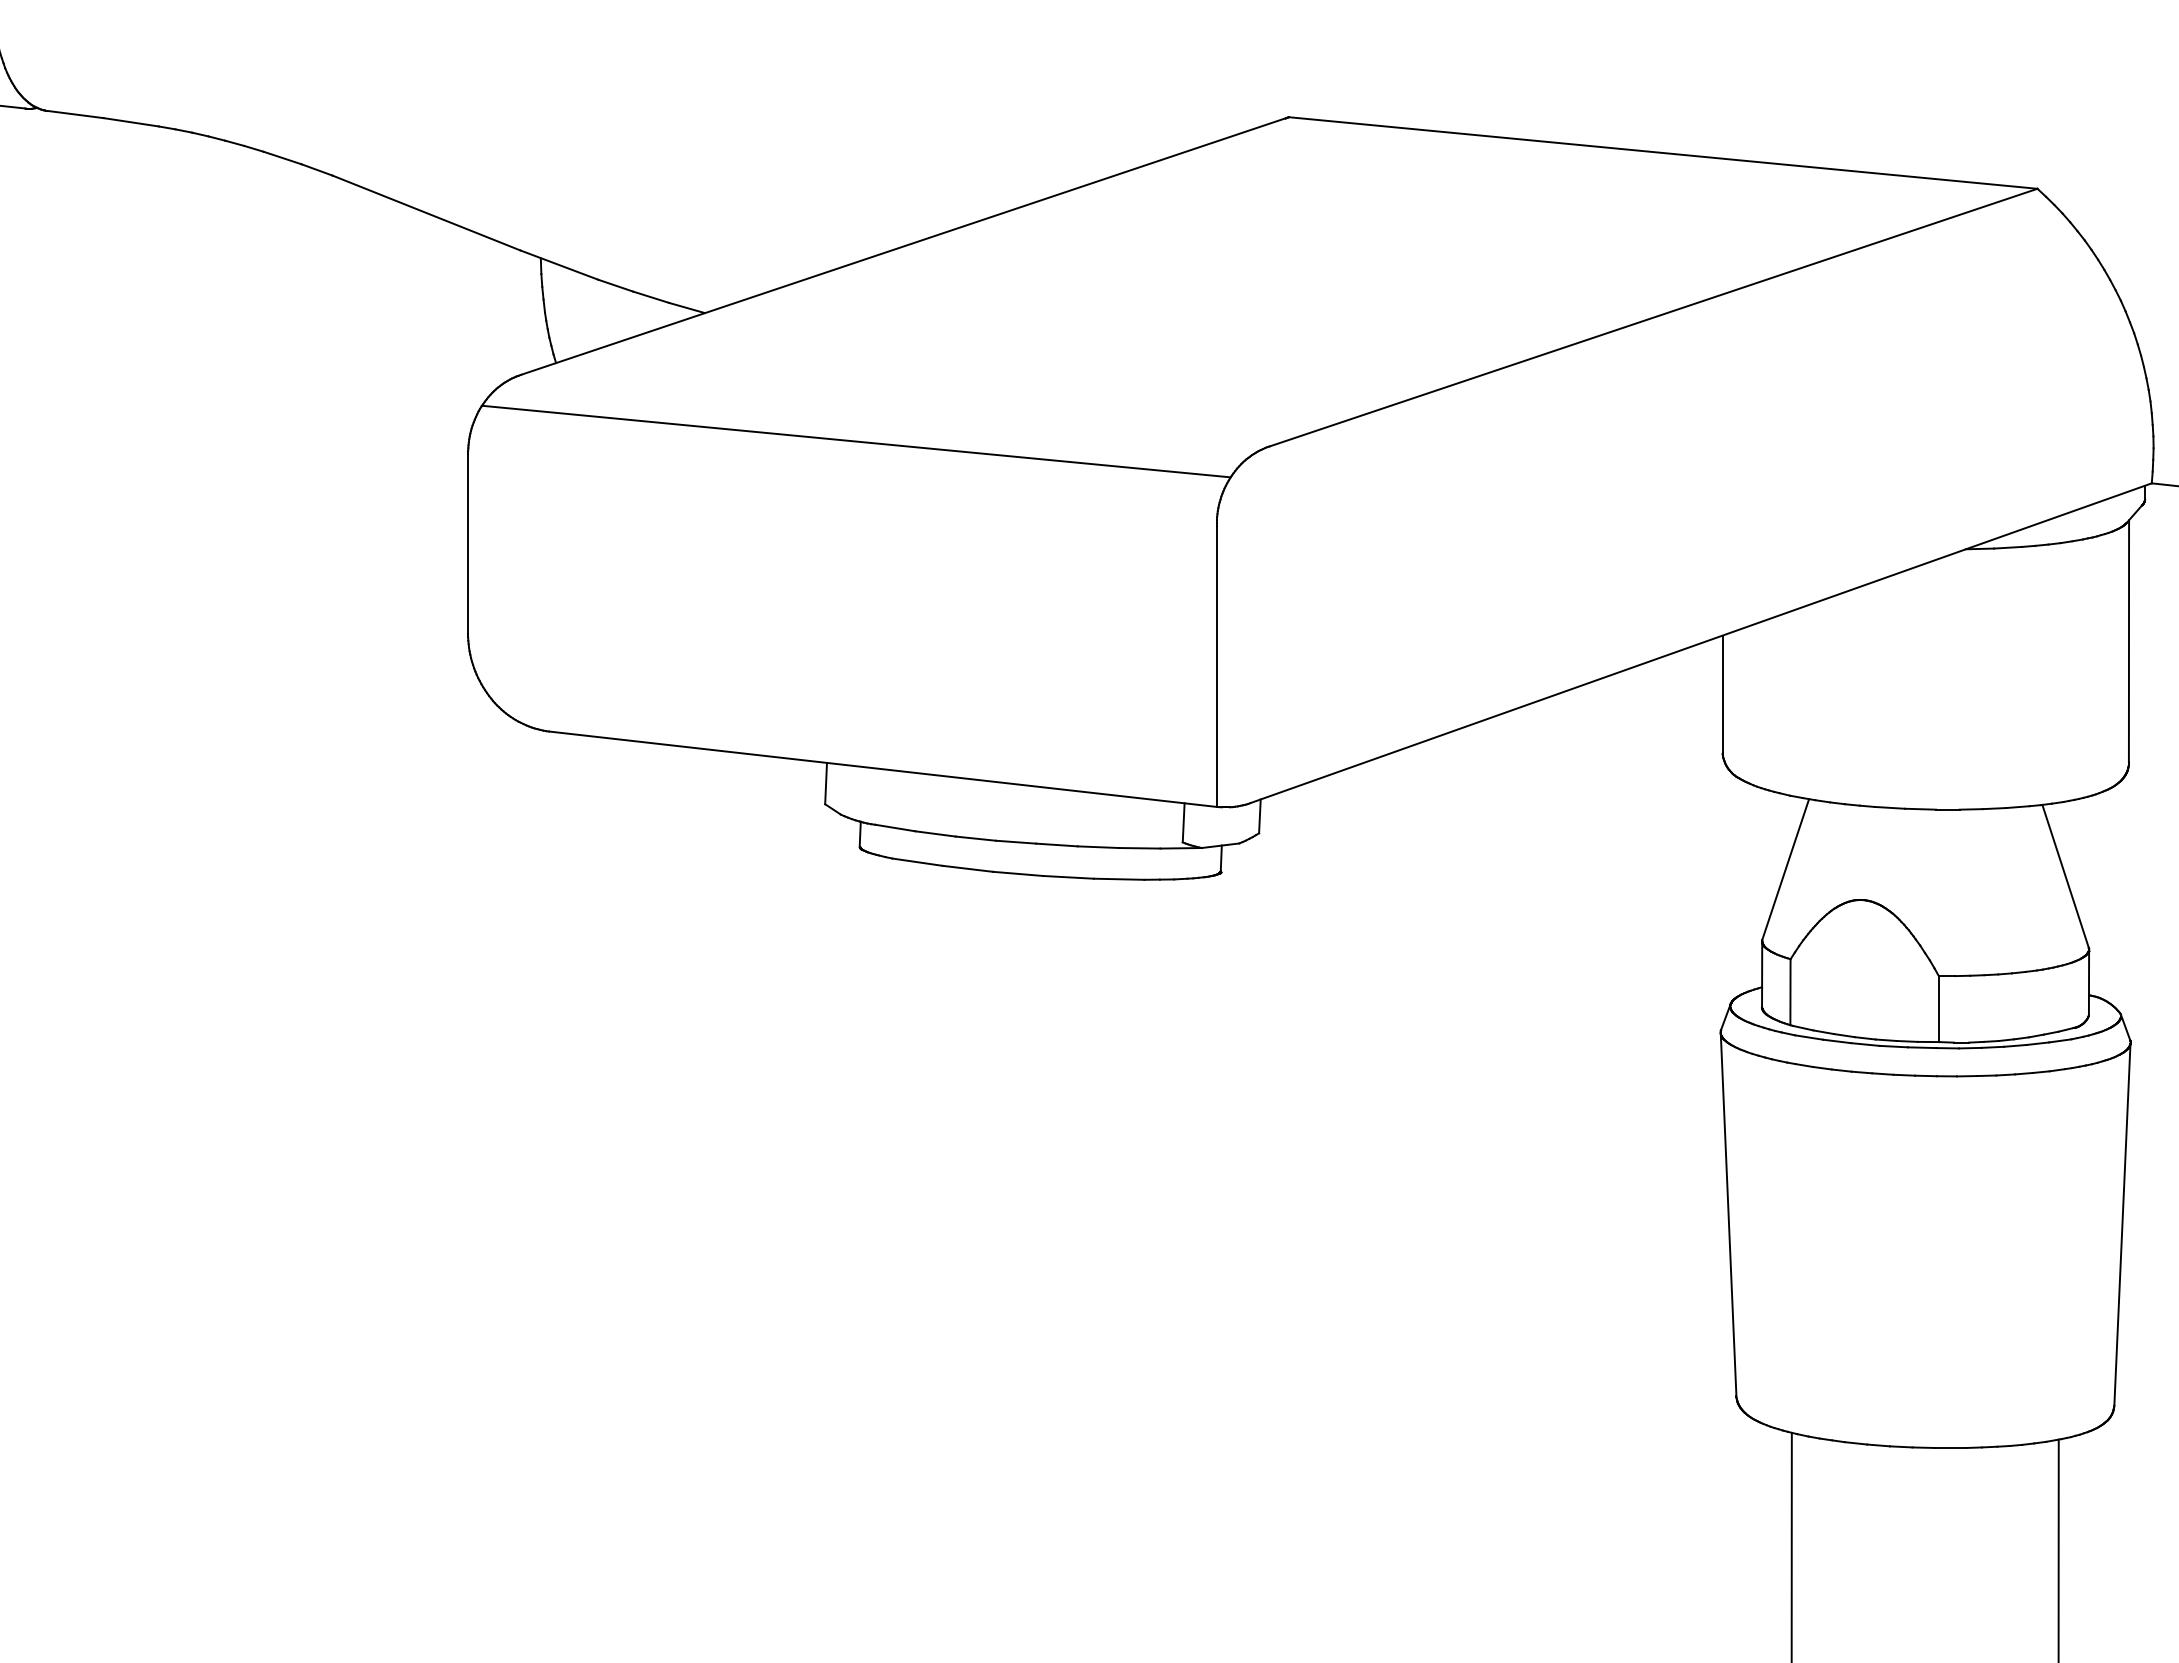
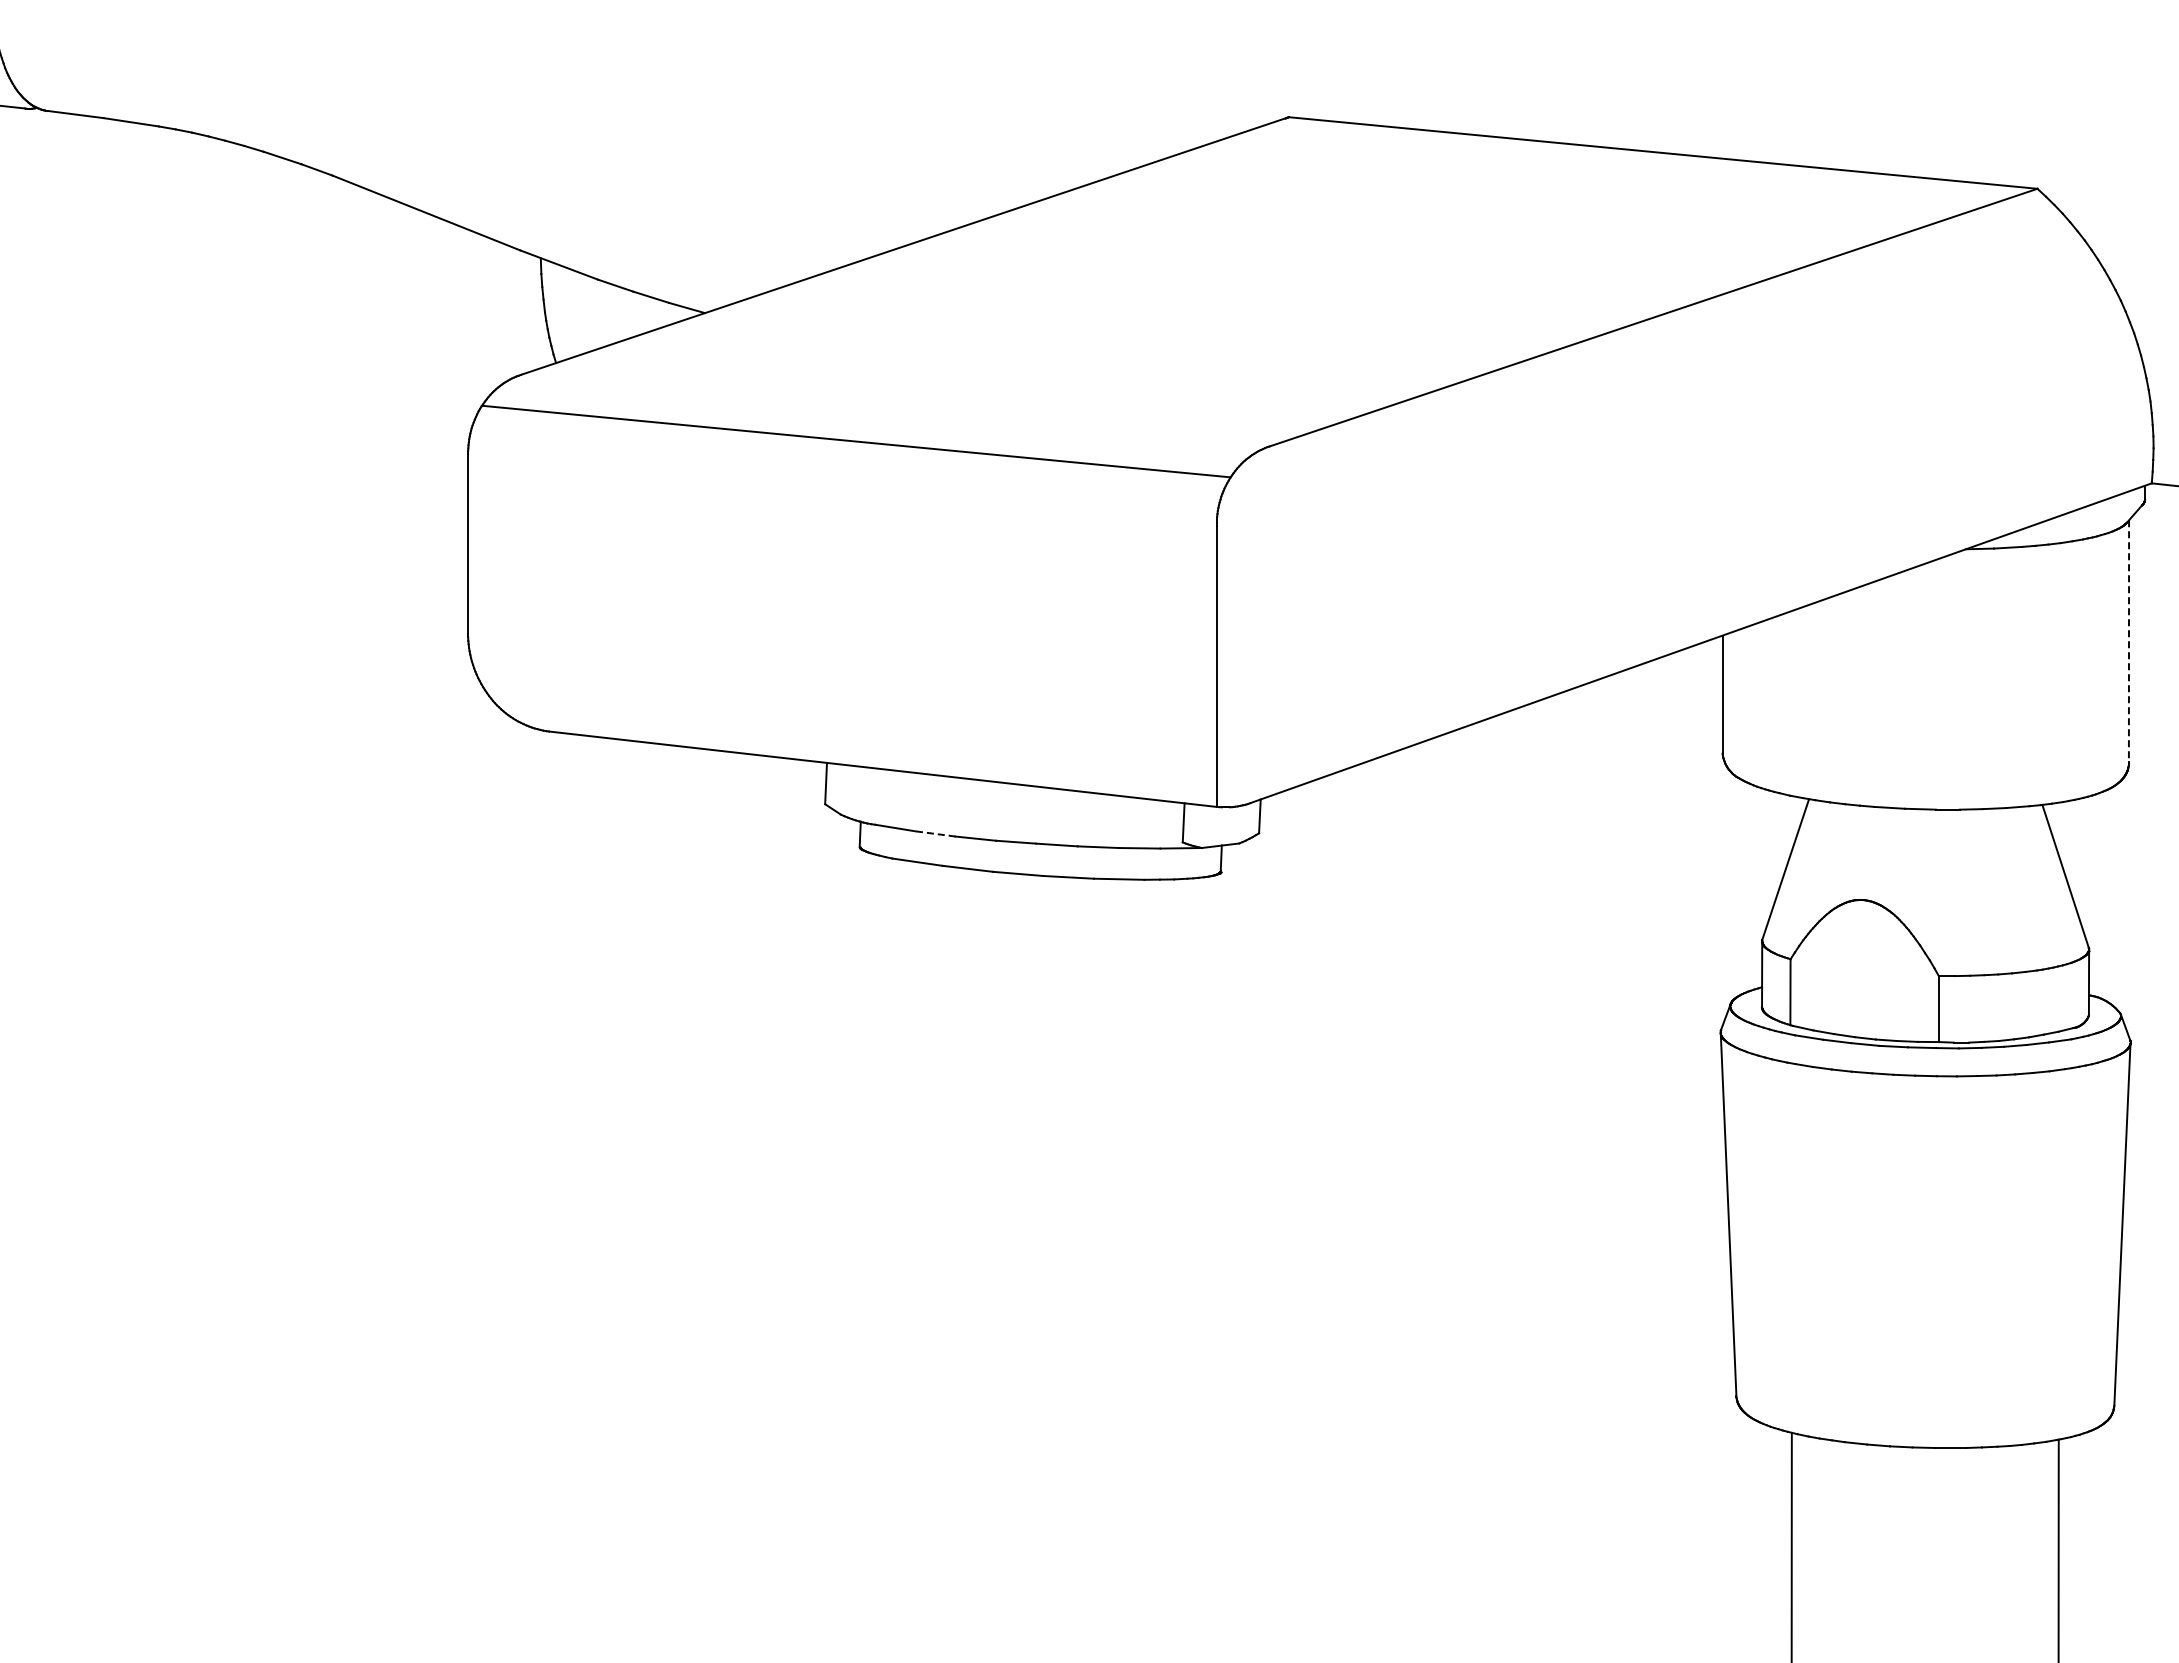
line at (2128, 641): solid -> dashed
line at (934, 833): solid -> dashed
